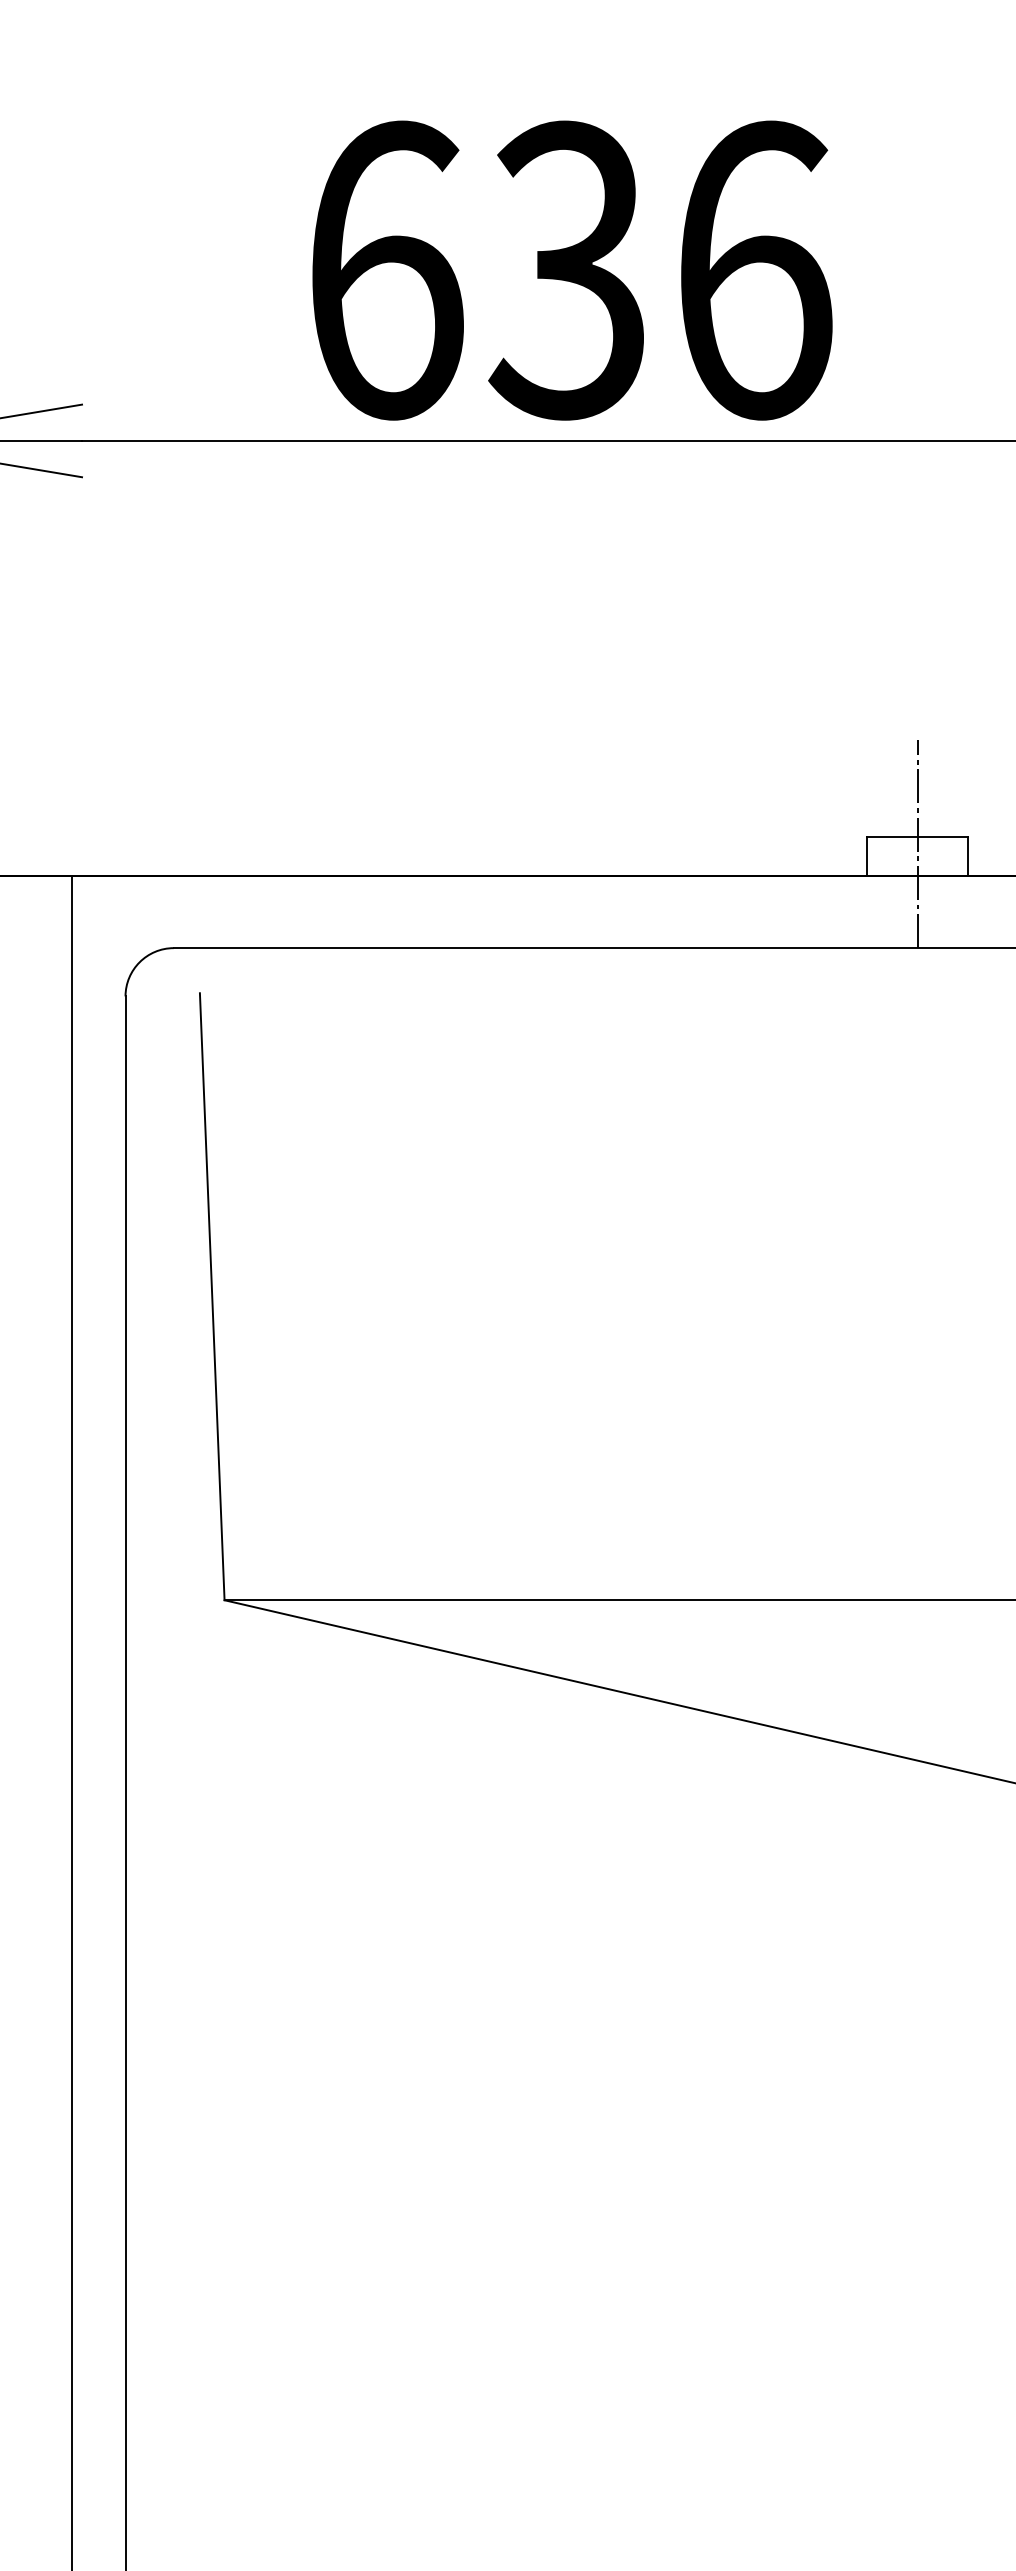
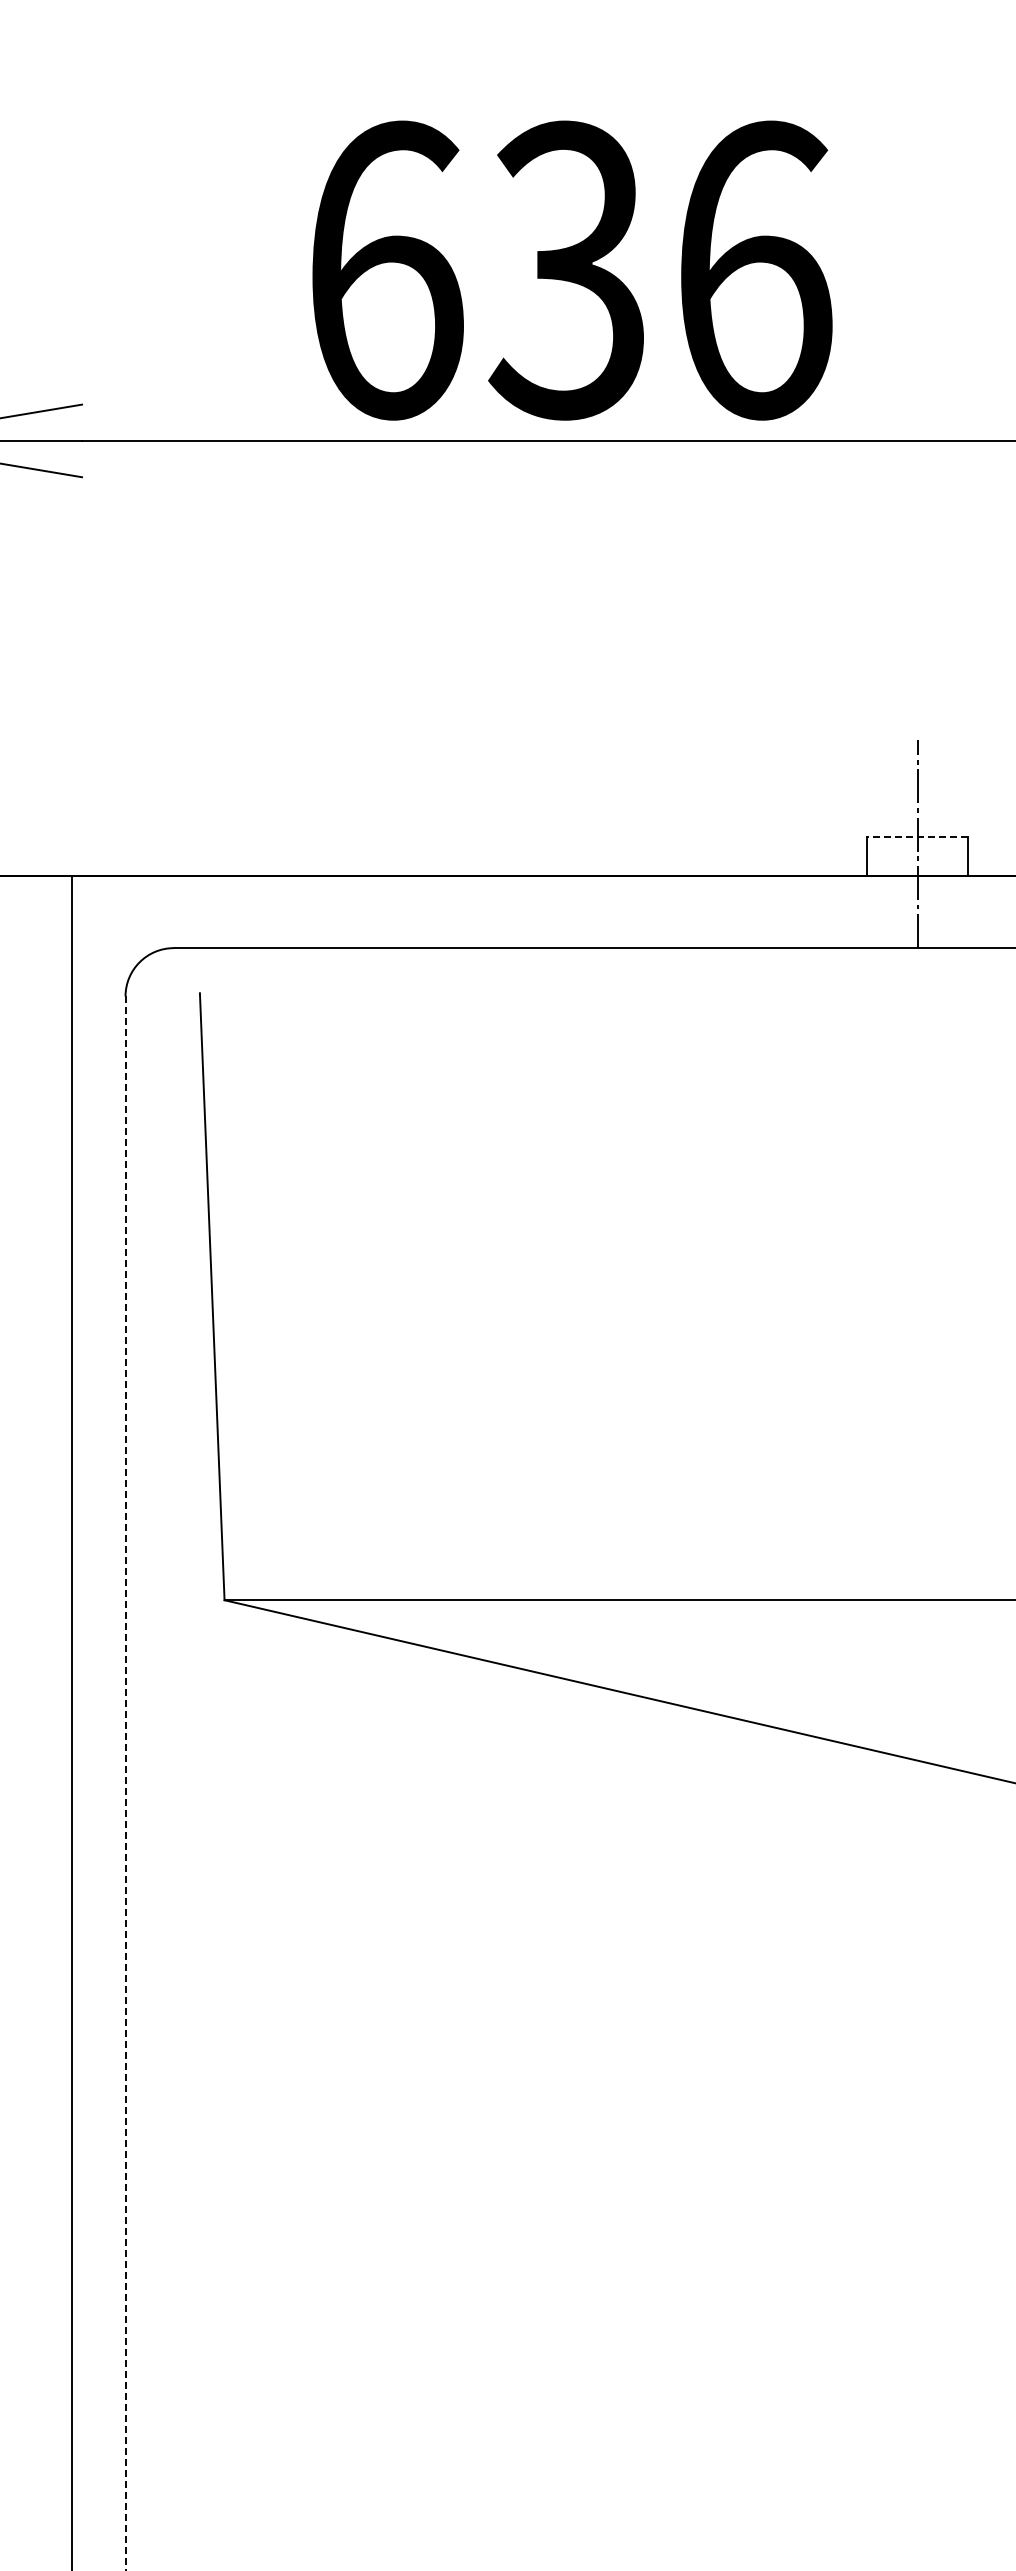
line at (917, 837): solid -> dashed
line at (125, 1783): solid -> dashed
